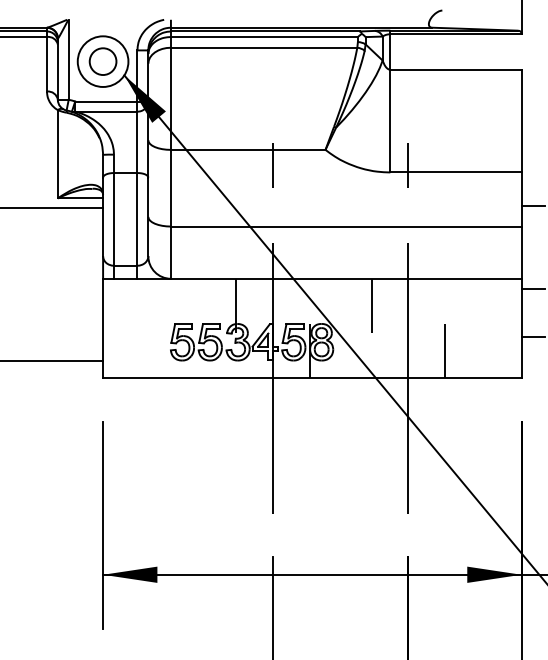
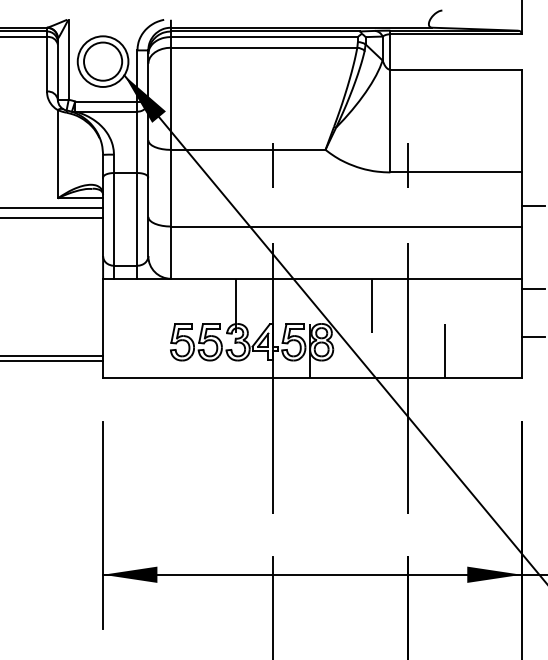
circle at (102, 61) diameter: 27 px -> 38 px
line at (52, 217): none -> present
line at (52, 355): none -> present
